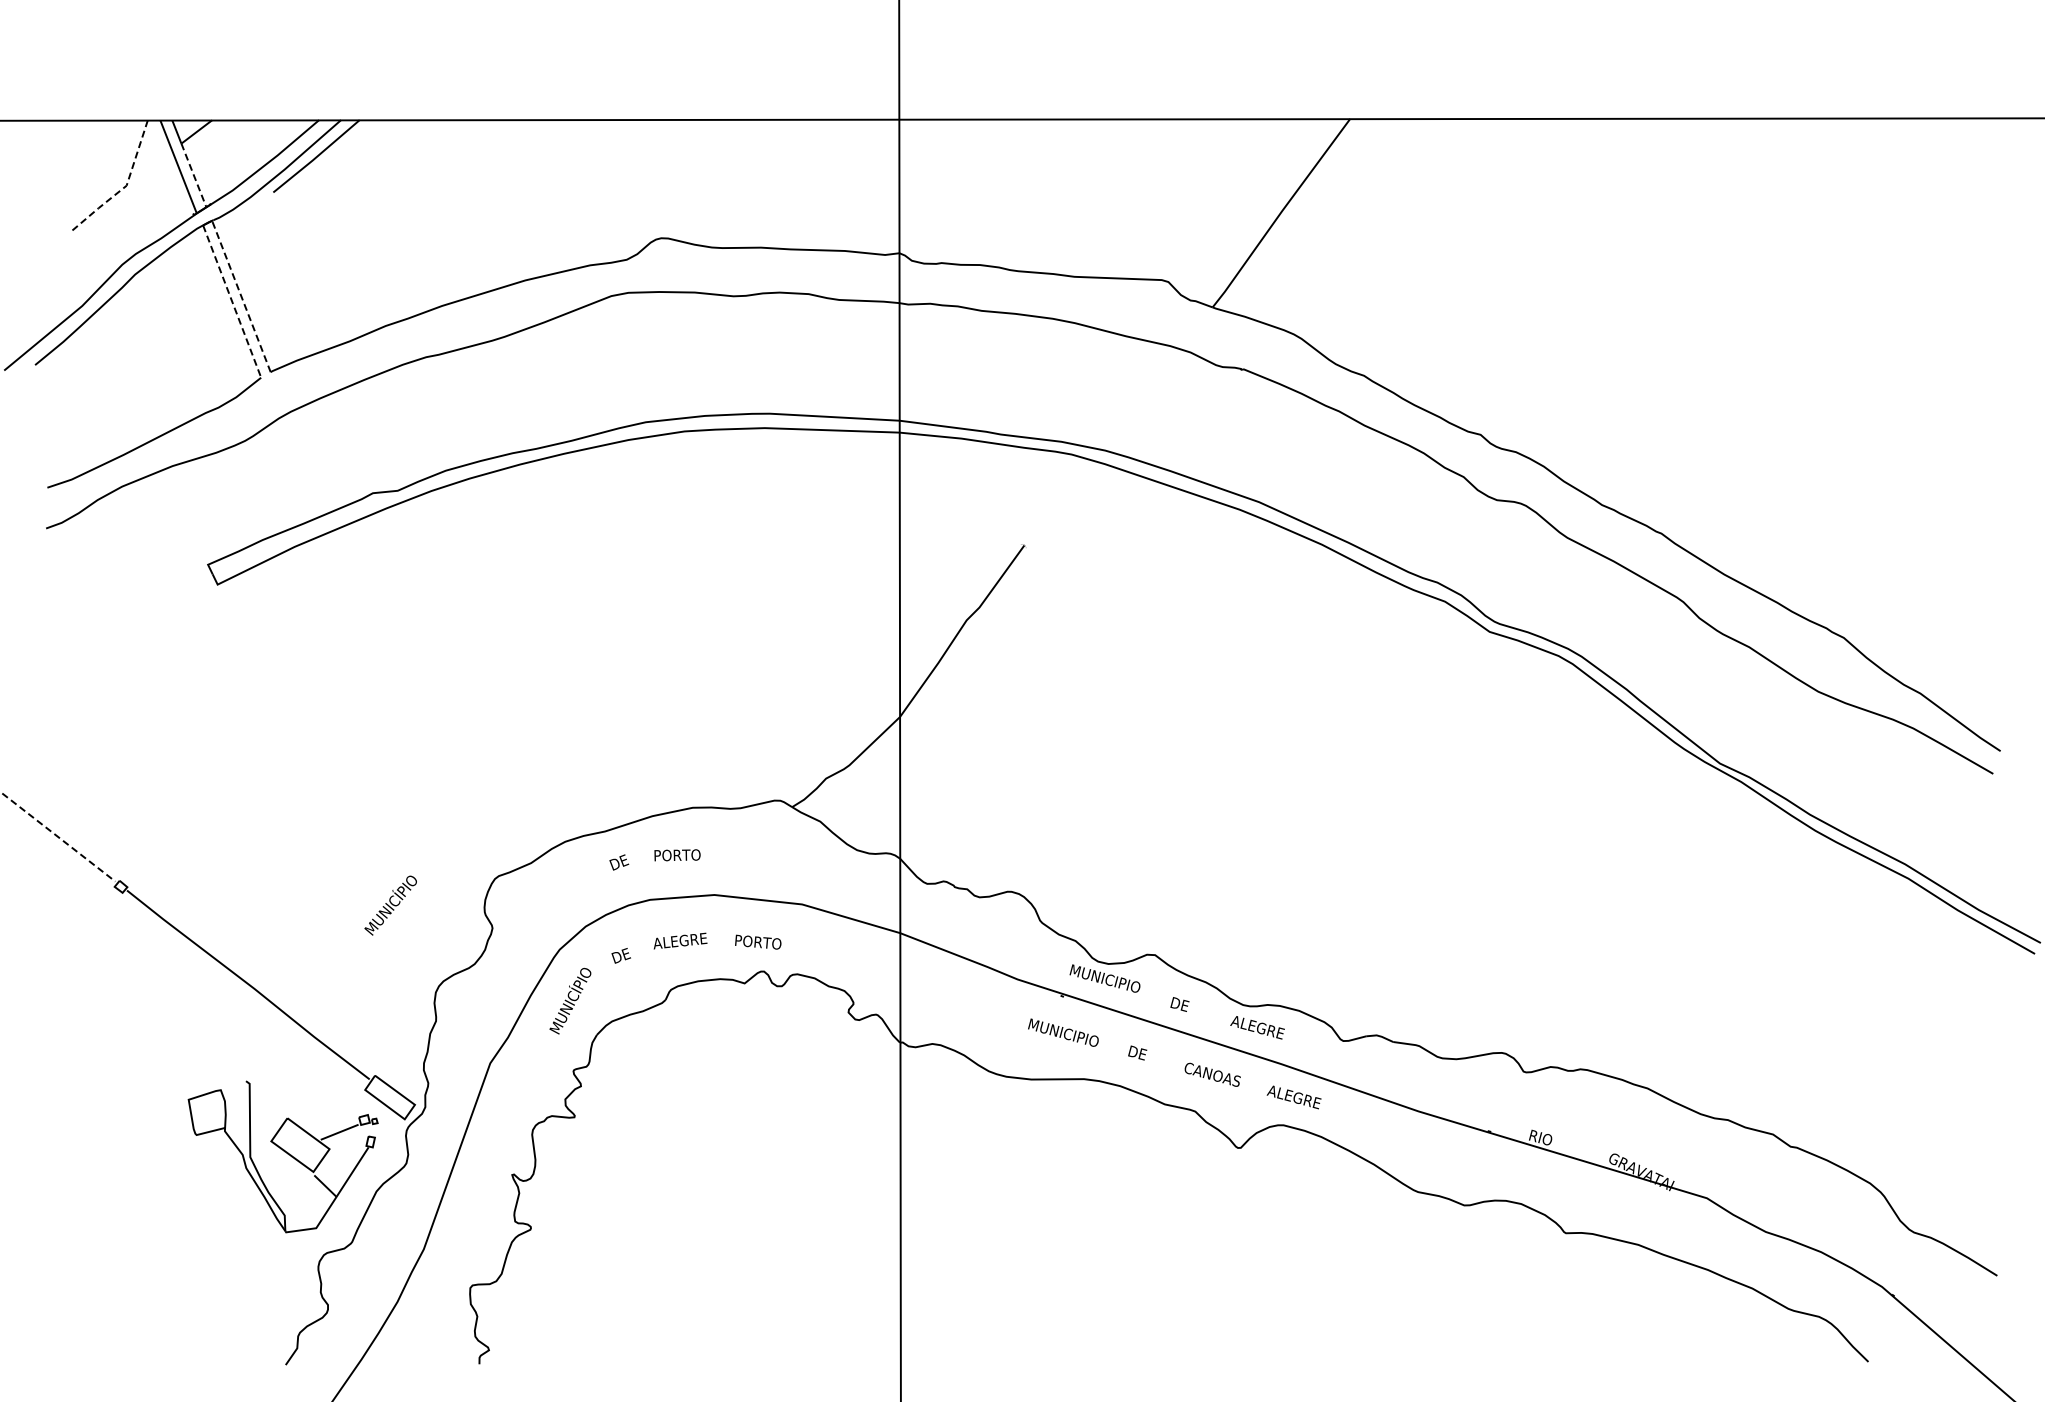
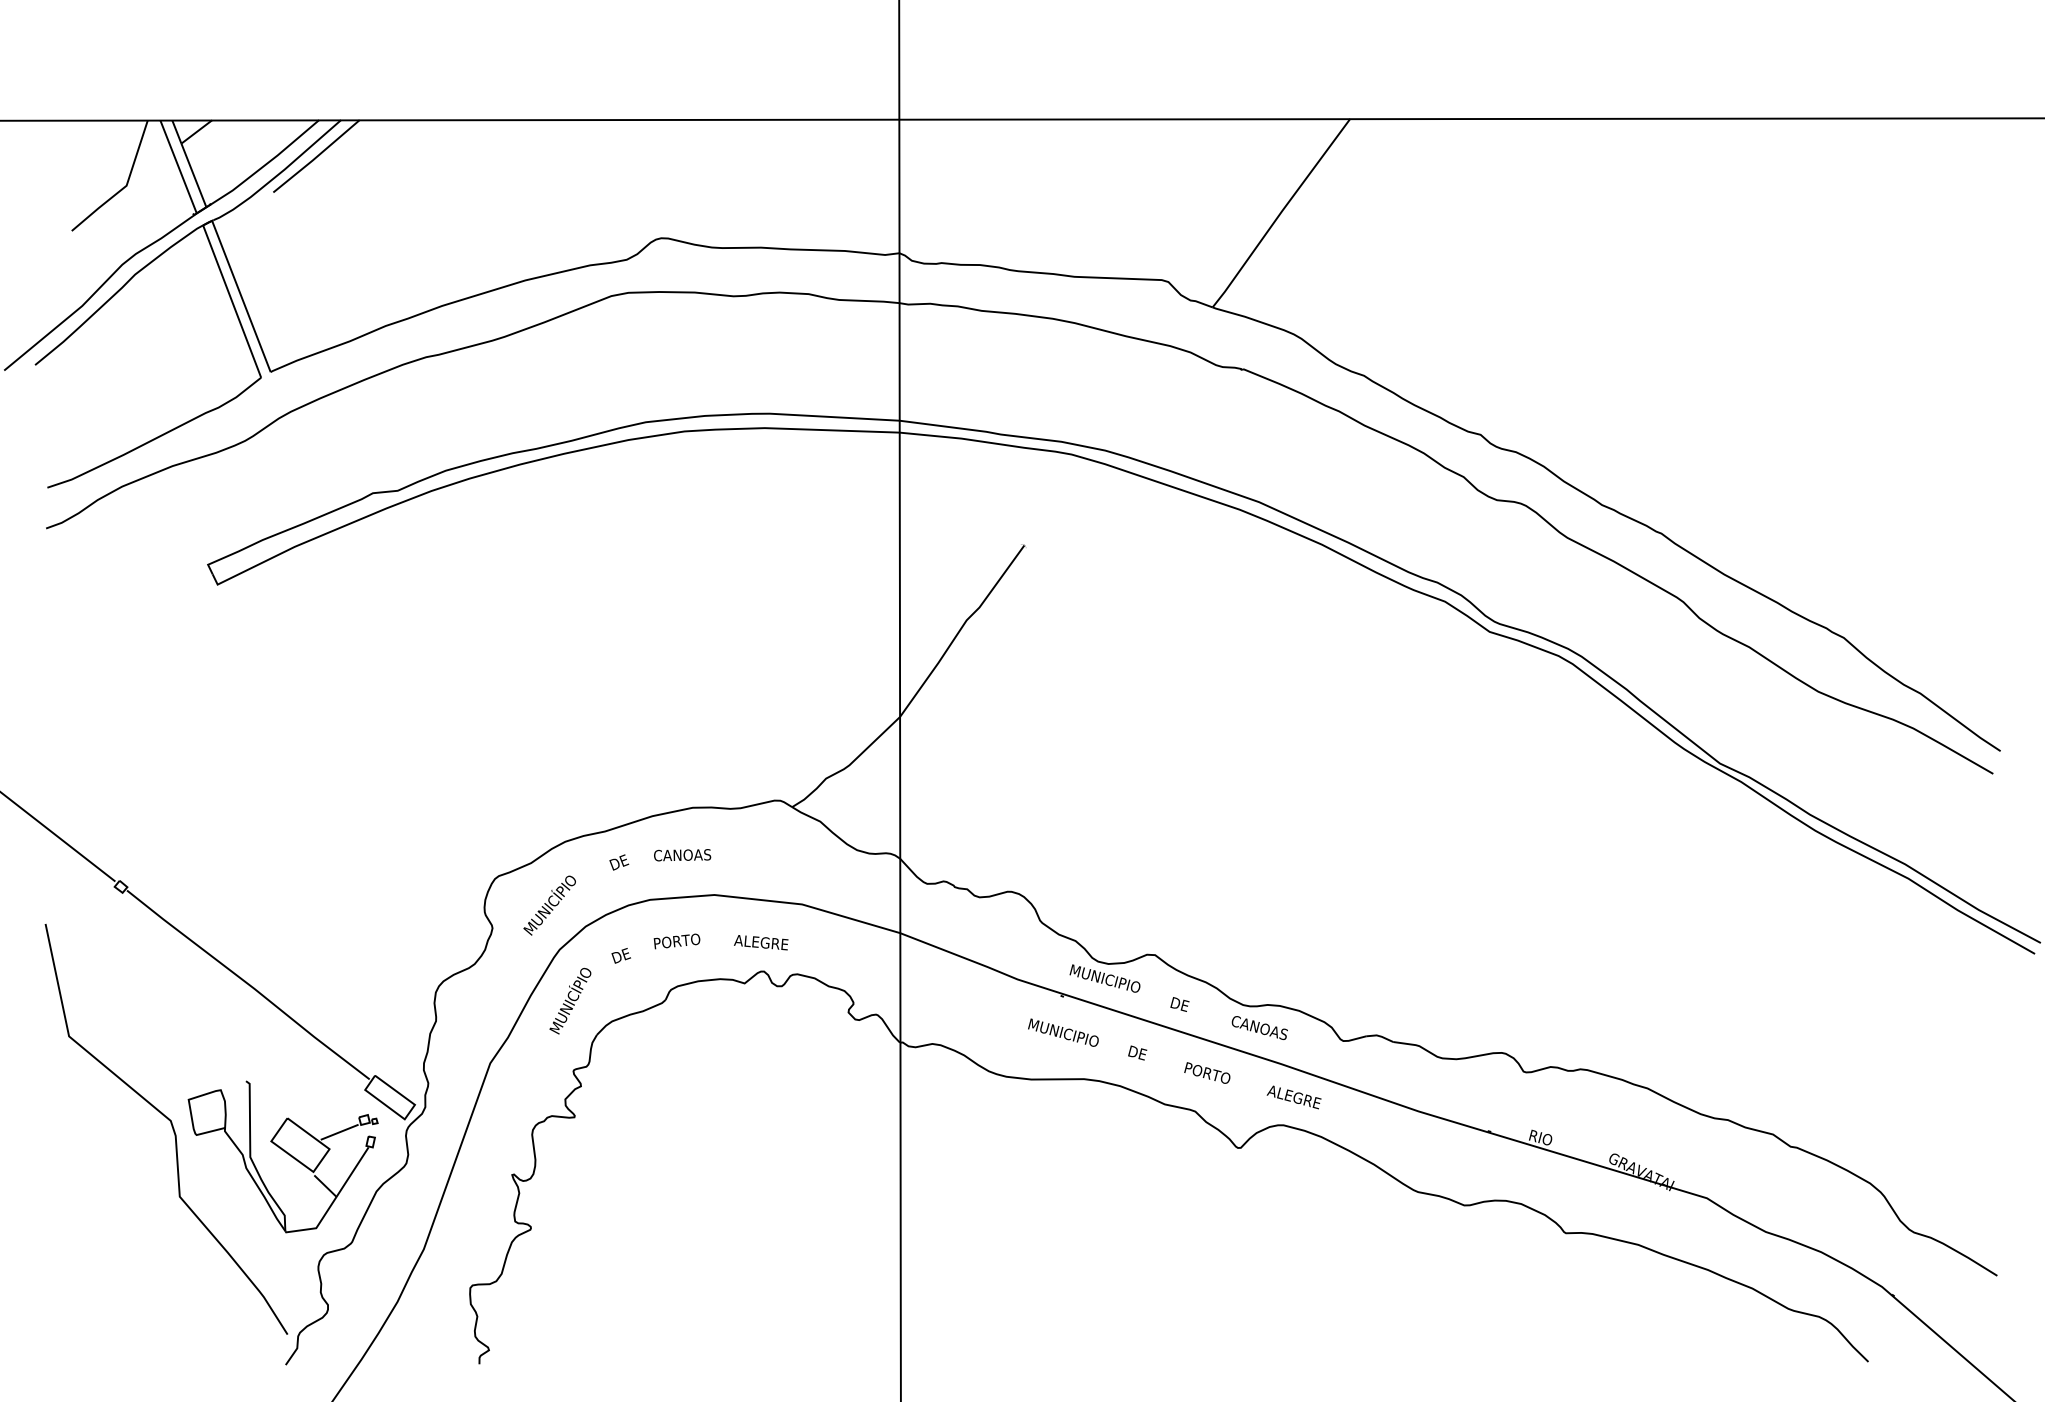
line at (194, 175): dashed -> solid
line at (125, 187): dashed -> solid
line at (241, 296): dashed -> solid
line at (232, 301): dashed -> solid
line at (58, 836): dashed -> solid
text at (682, 855): PORTO -> CANOAS
text at (390, 905) position: (390, 905) -> (549, 905)
text at (680, 940): ALEGRE -> PORTO
text at (760, 942): PORTO -> ALEGRE
text at (1258, 1028): ALEGRE -> CANOAS
text at (1212, 1074): CANOAS -> PORTO
curve at (171, 1126): none -> present
